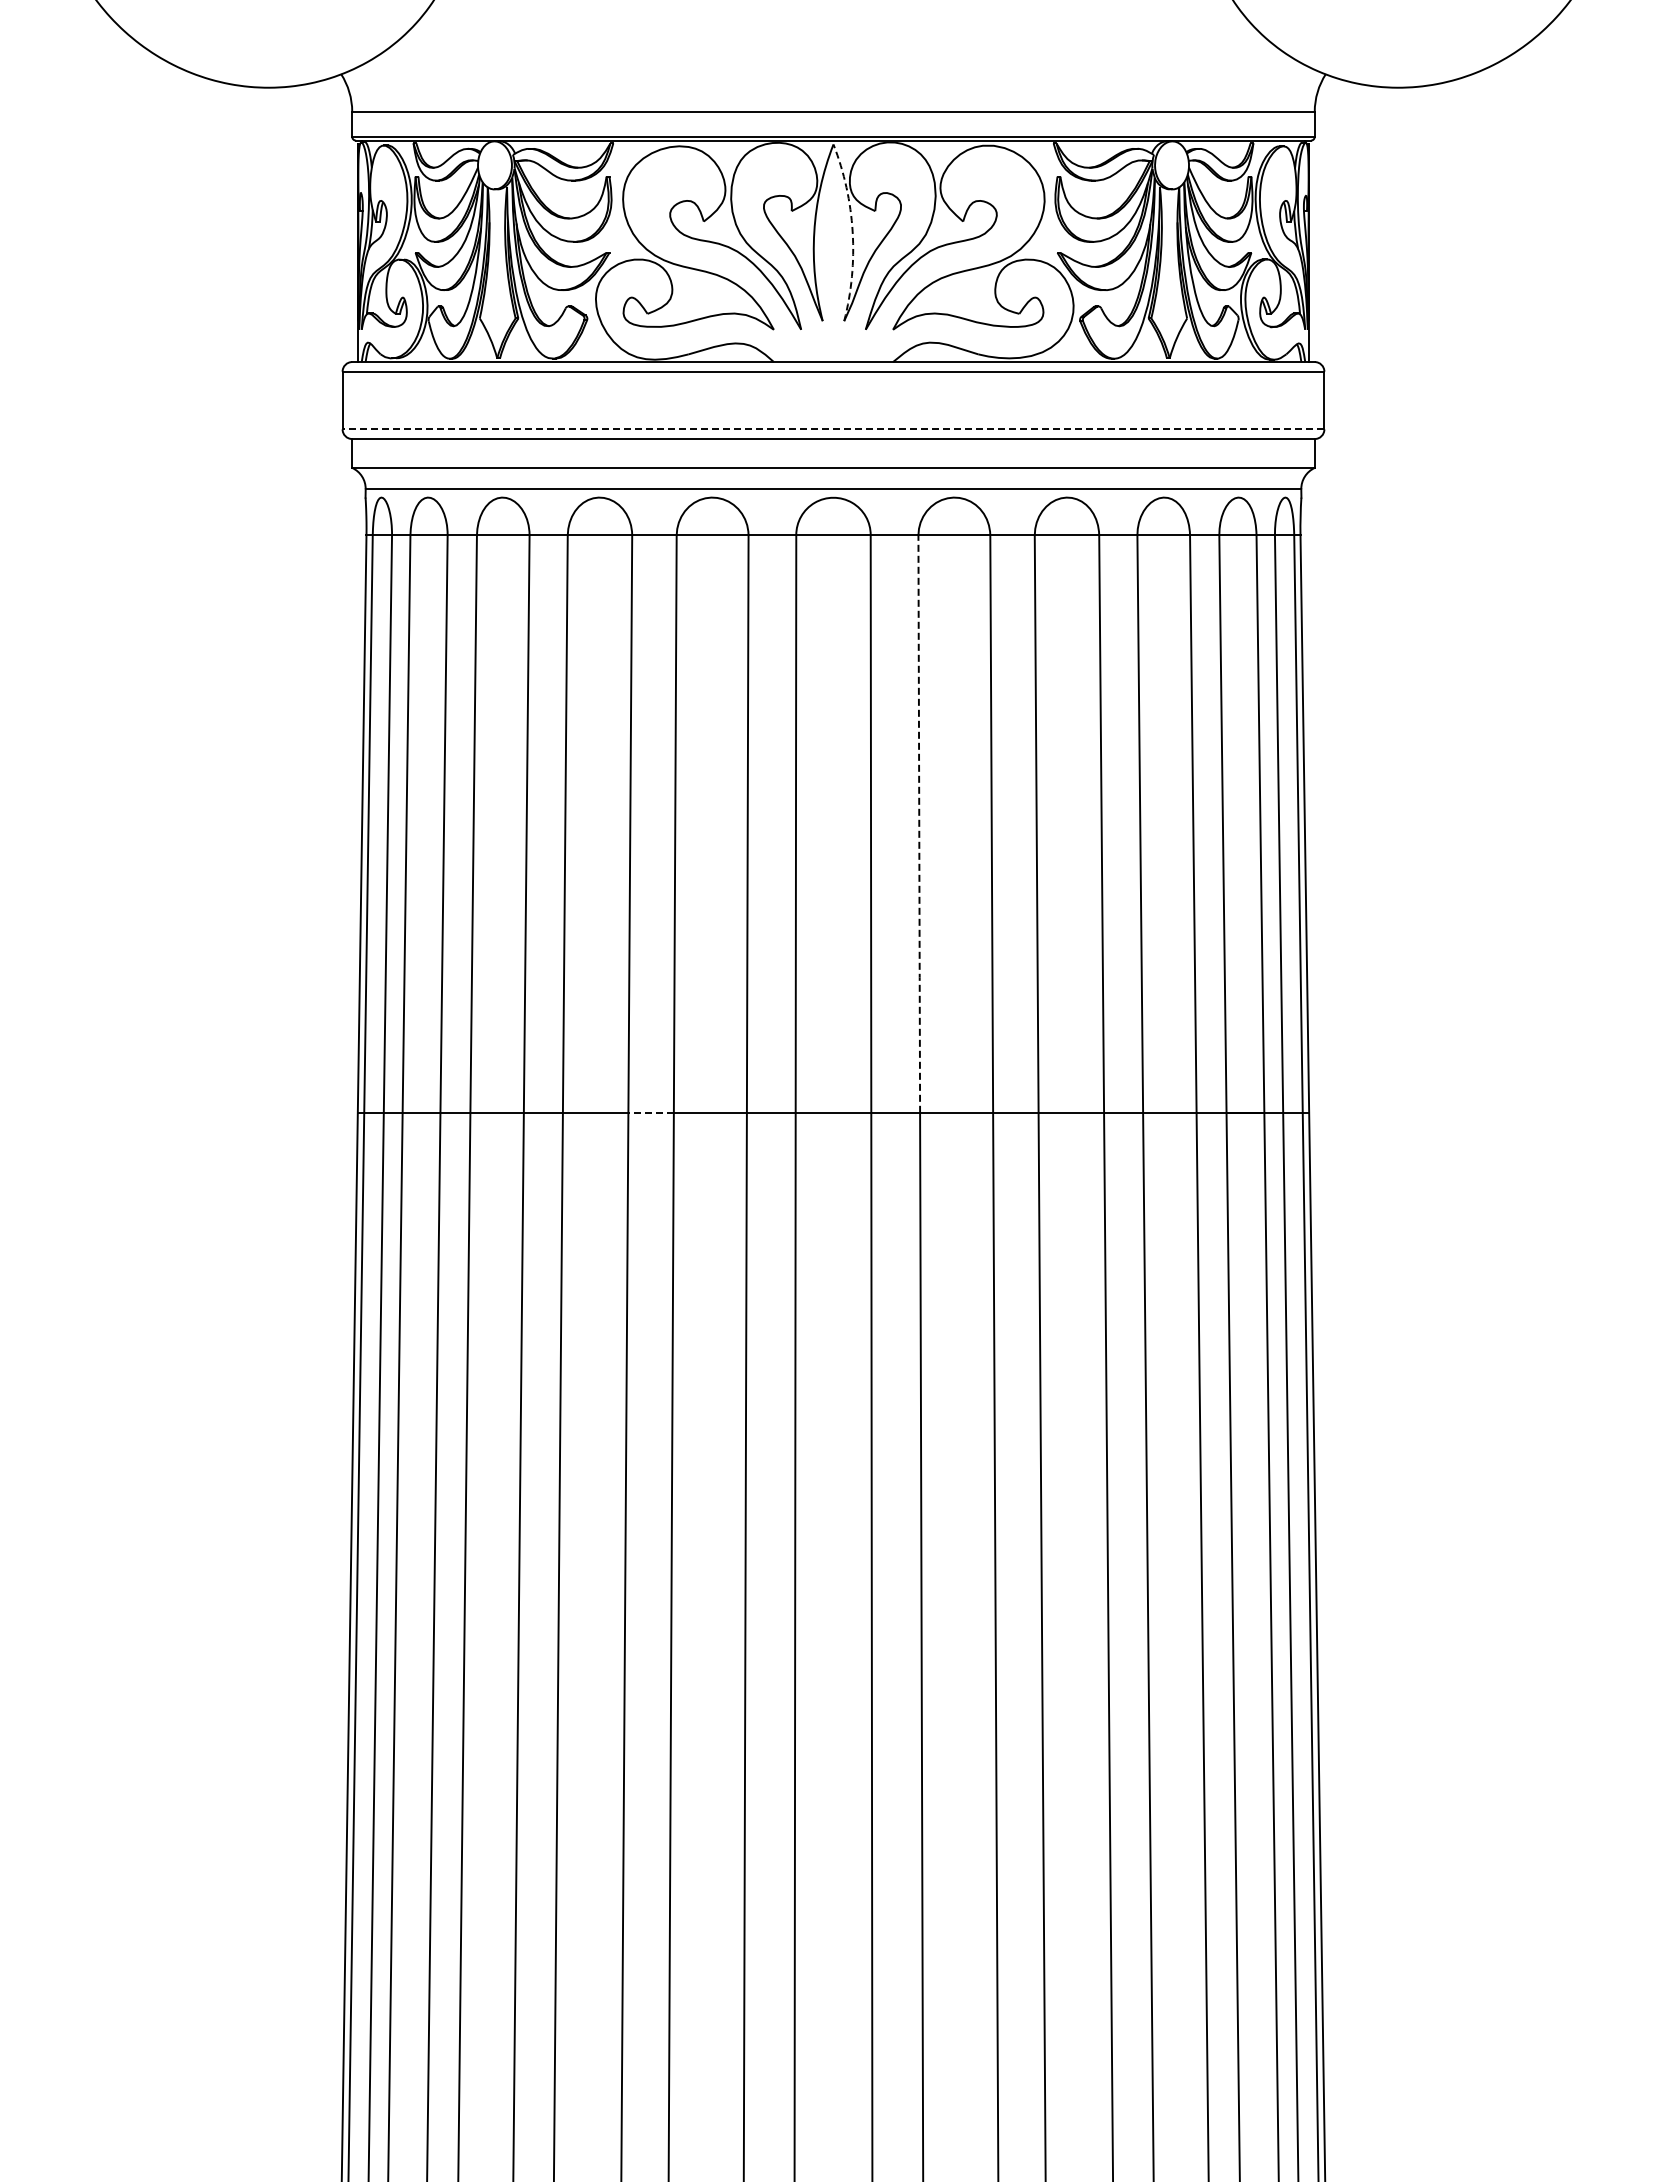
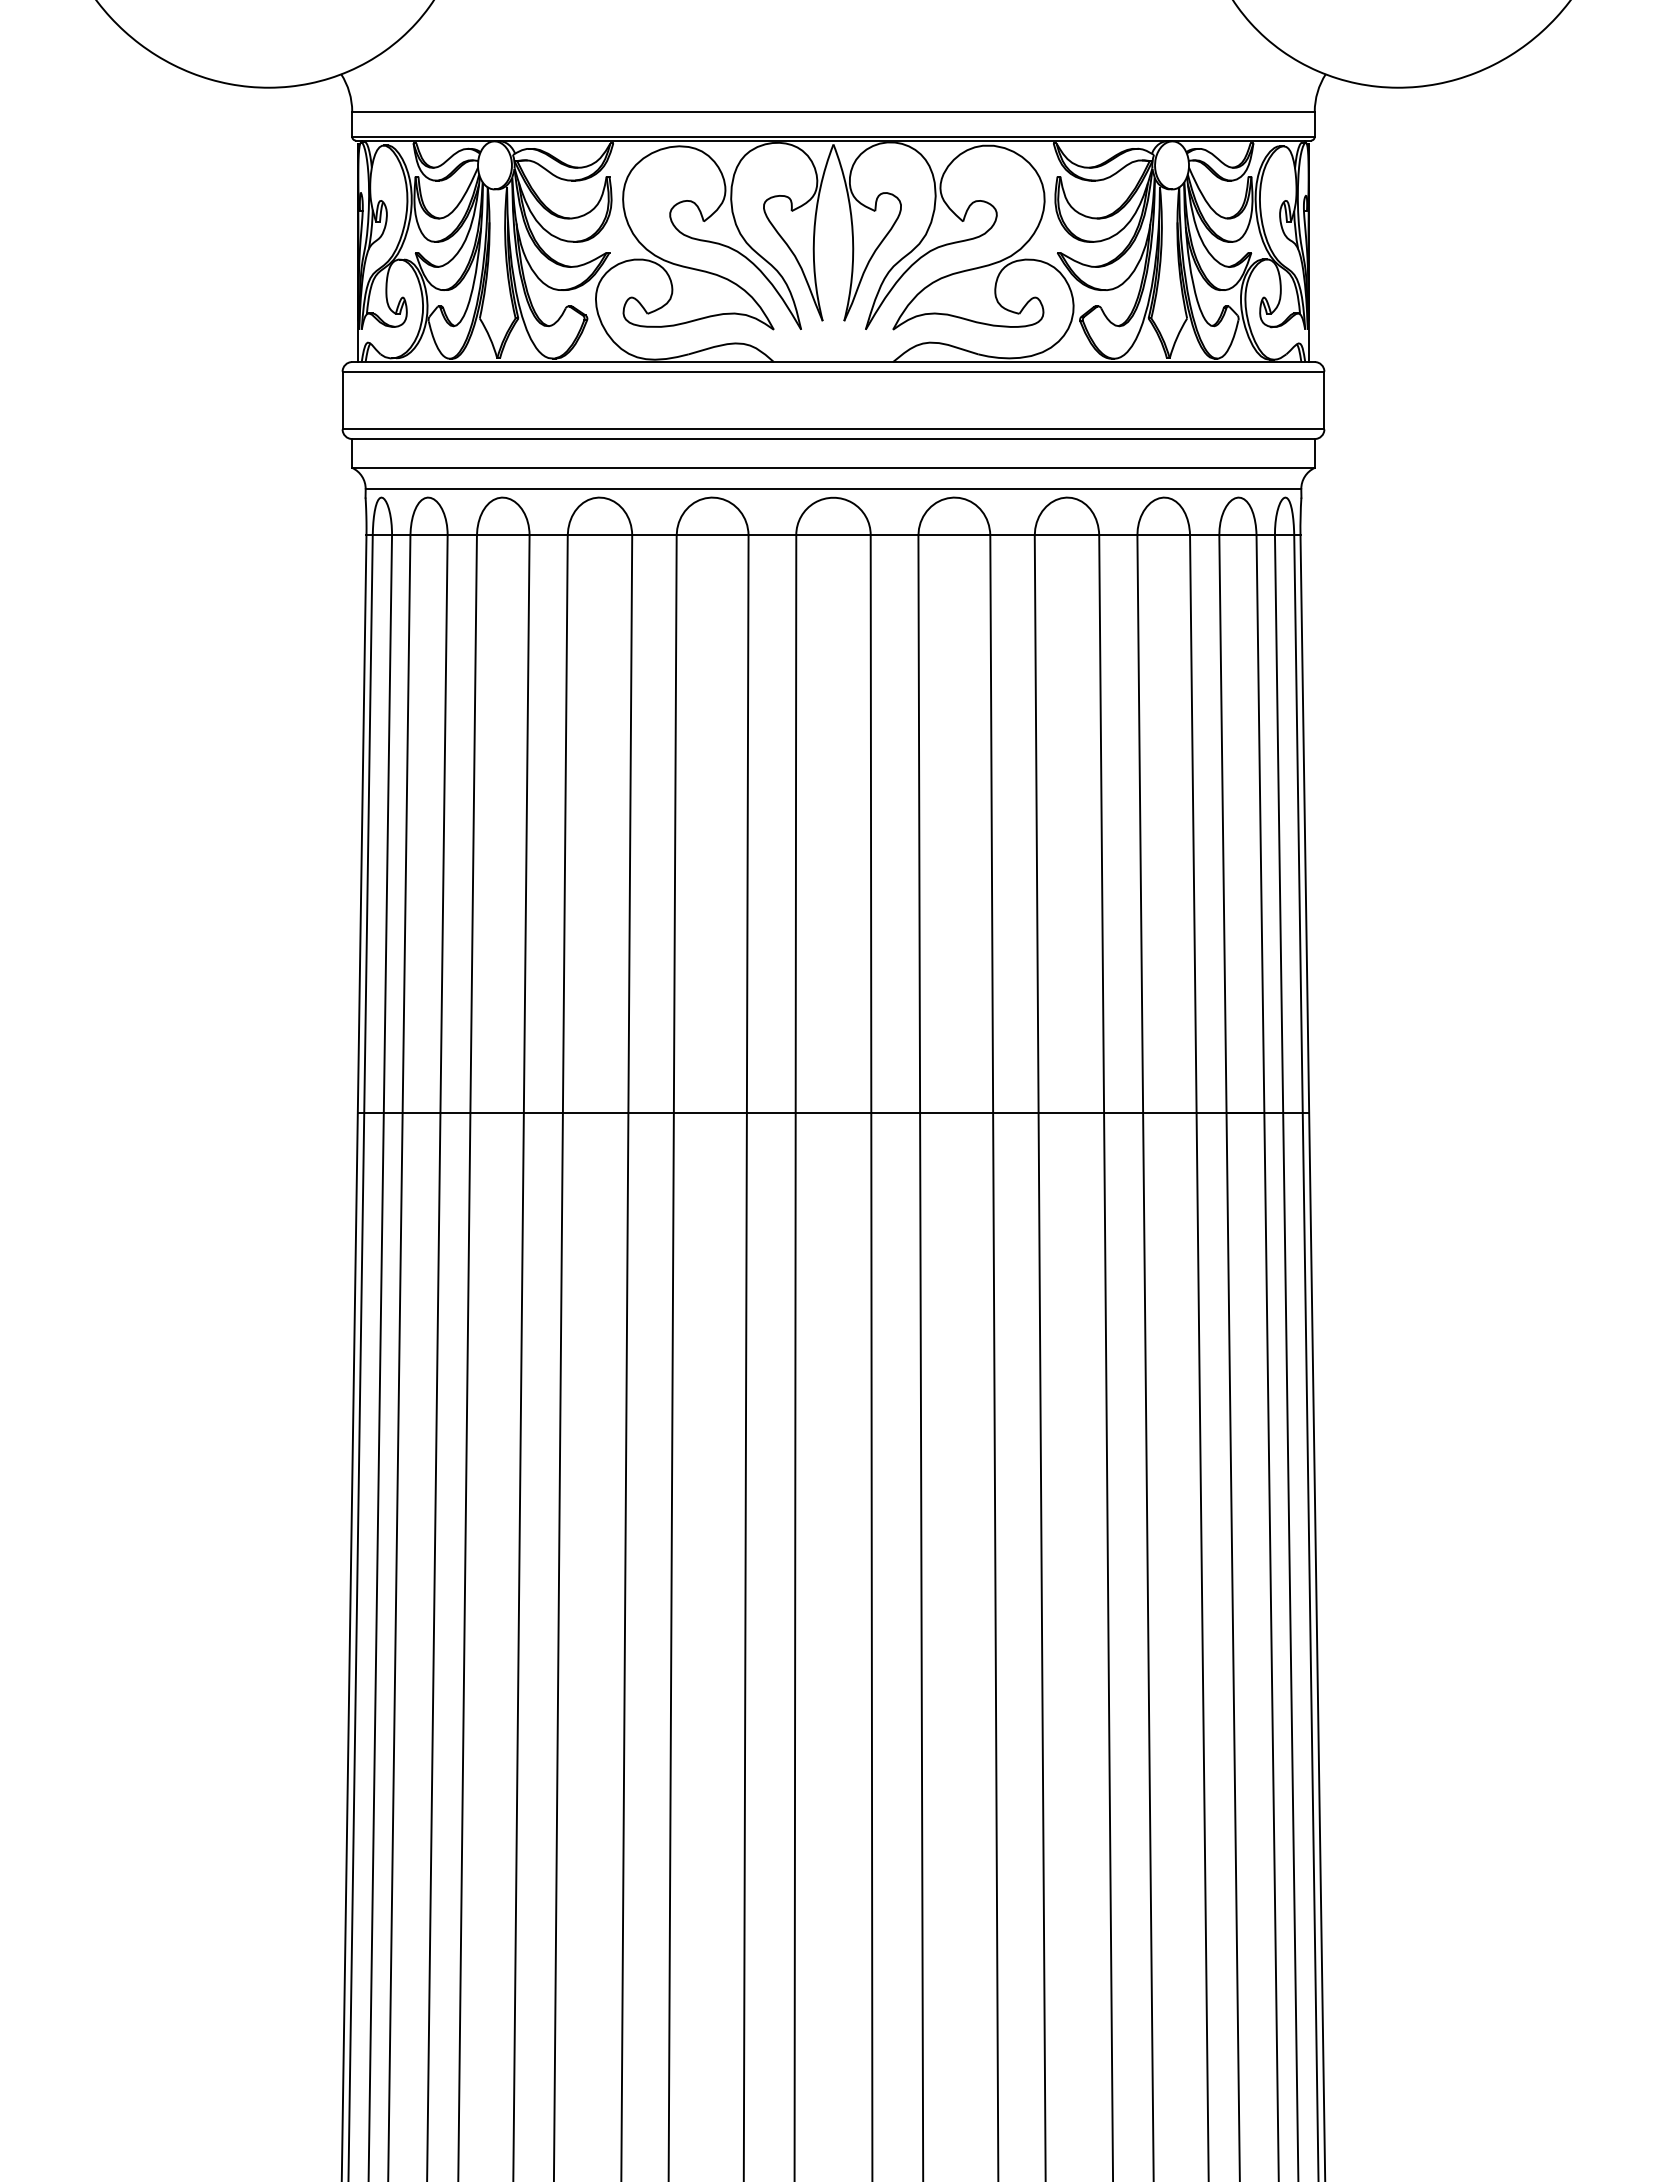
arc at (852, 232): dashed -> solid
line at (833, 429): dashed -> solid
line at (919, 823): dashed -> solid
line at (651, 1112): dashed -> solid
